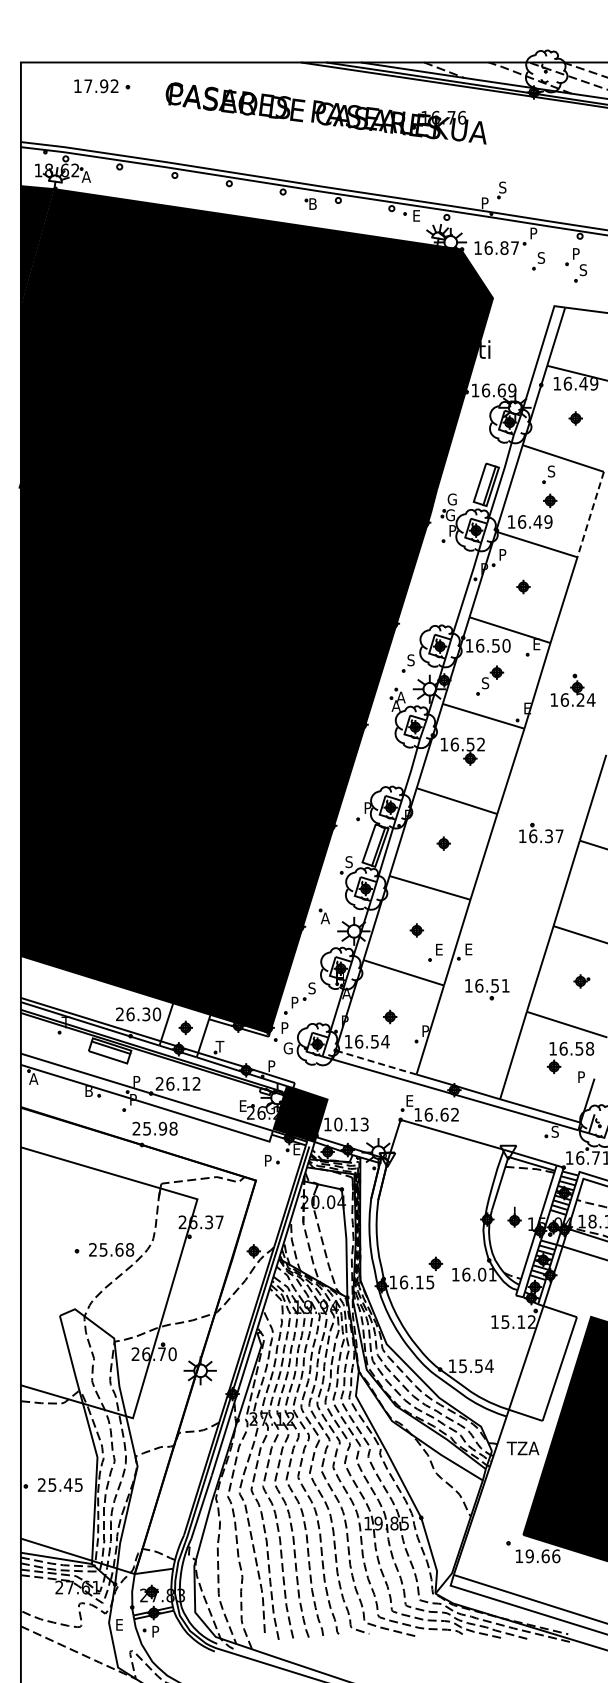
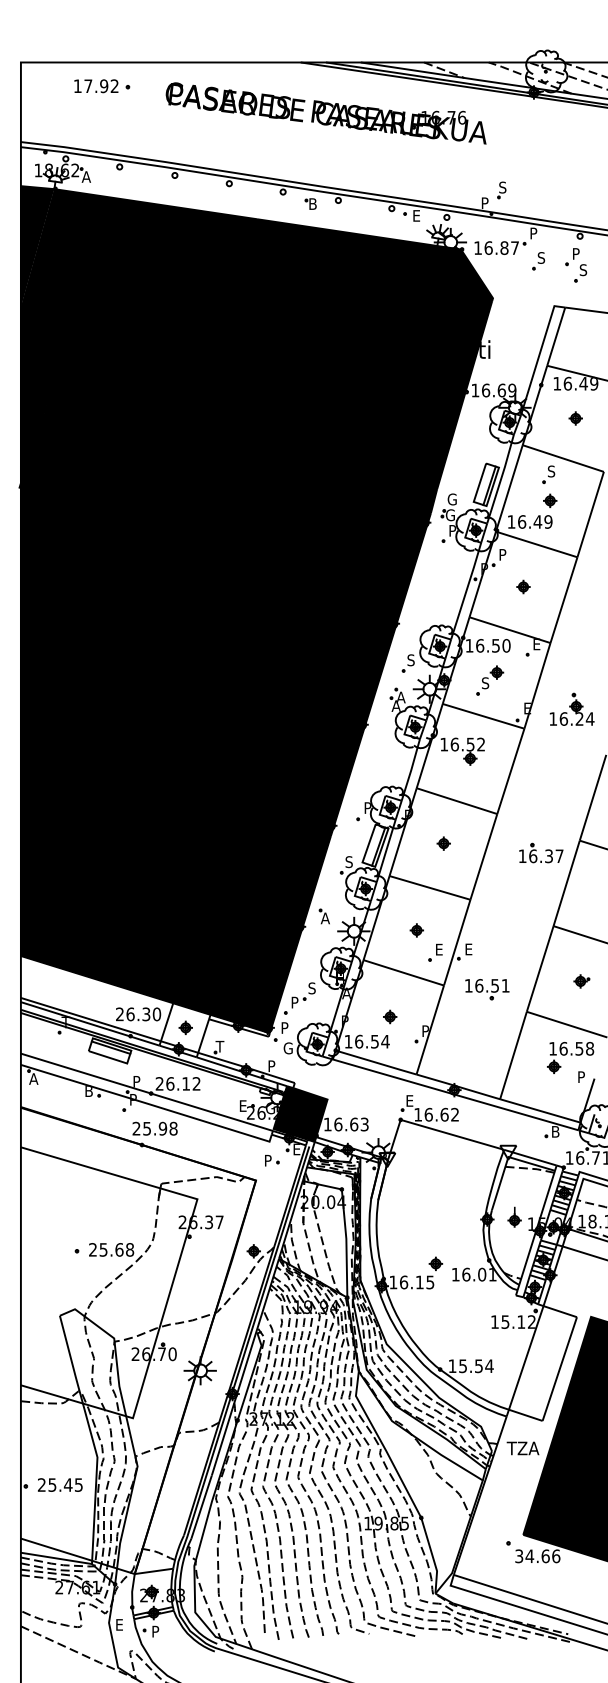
line at (590, 514): dashed -> solid
part at (572, 689) position: (572, 689) -> (571, 708)
part at (541, 832) position: (541, 832) -> (541, 852)
line at (376, 1062): dashed -> solid
text at (346, 1124): 10.13 -> 16.63
text at (555, 1131): S -> B
text at (524, 1556): 19.66 -> 34.66
